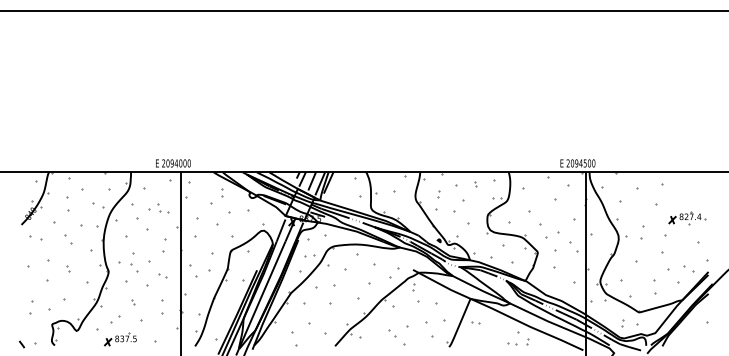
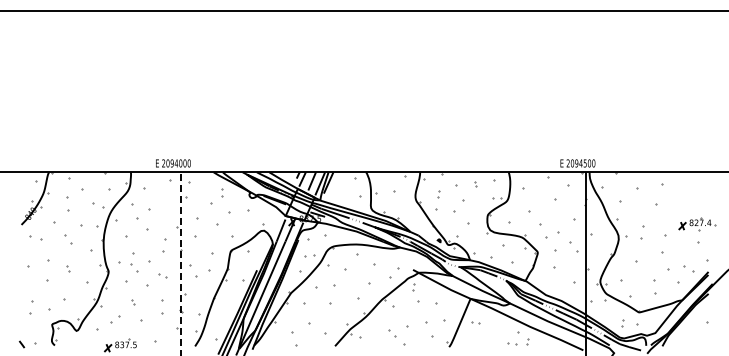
part at (163, 208): present -> none
part at (687, 218) position: (687, 218) -> (697, 224)
line at (181, 263): solid -> dashed
part at (120, 339) position: (120, 339) -> (120, 345)
